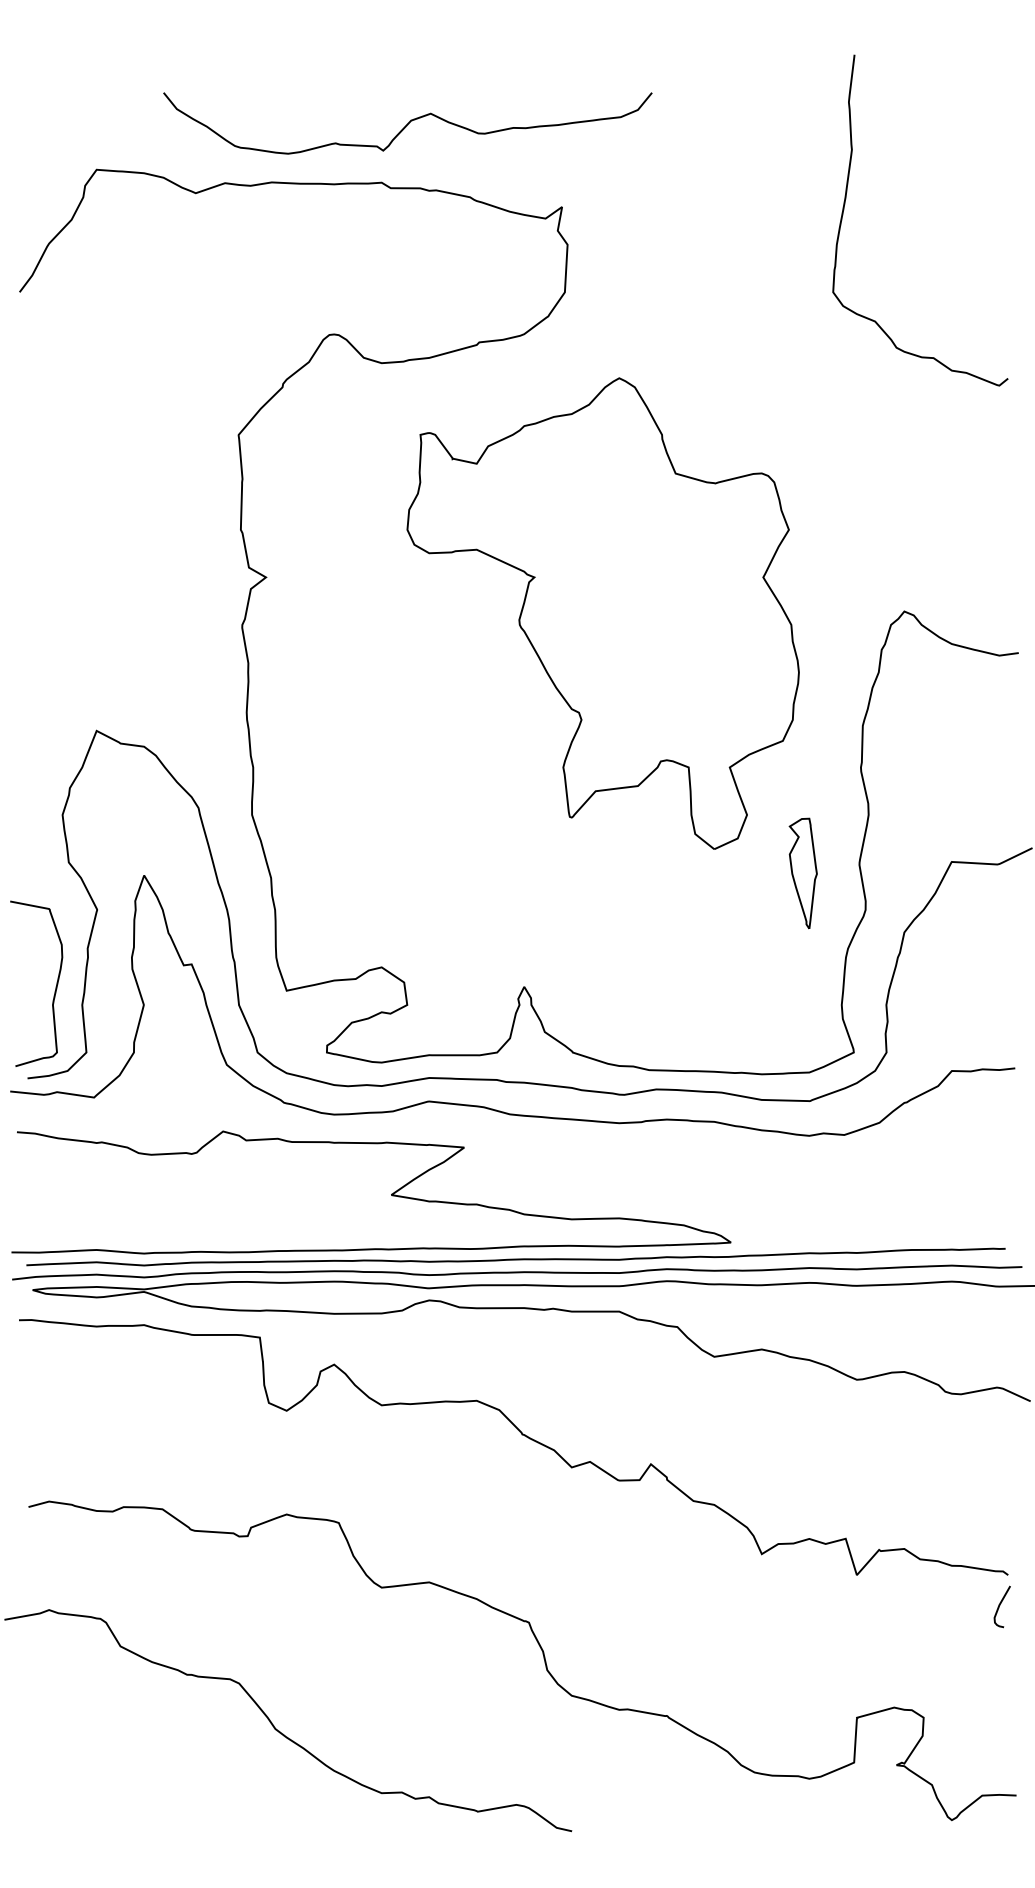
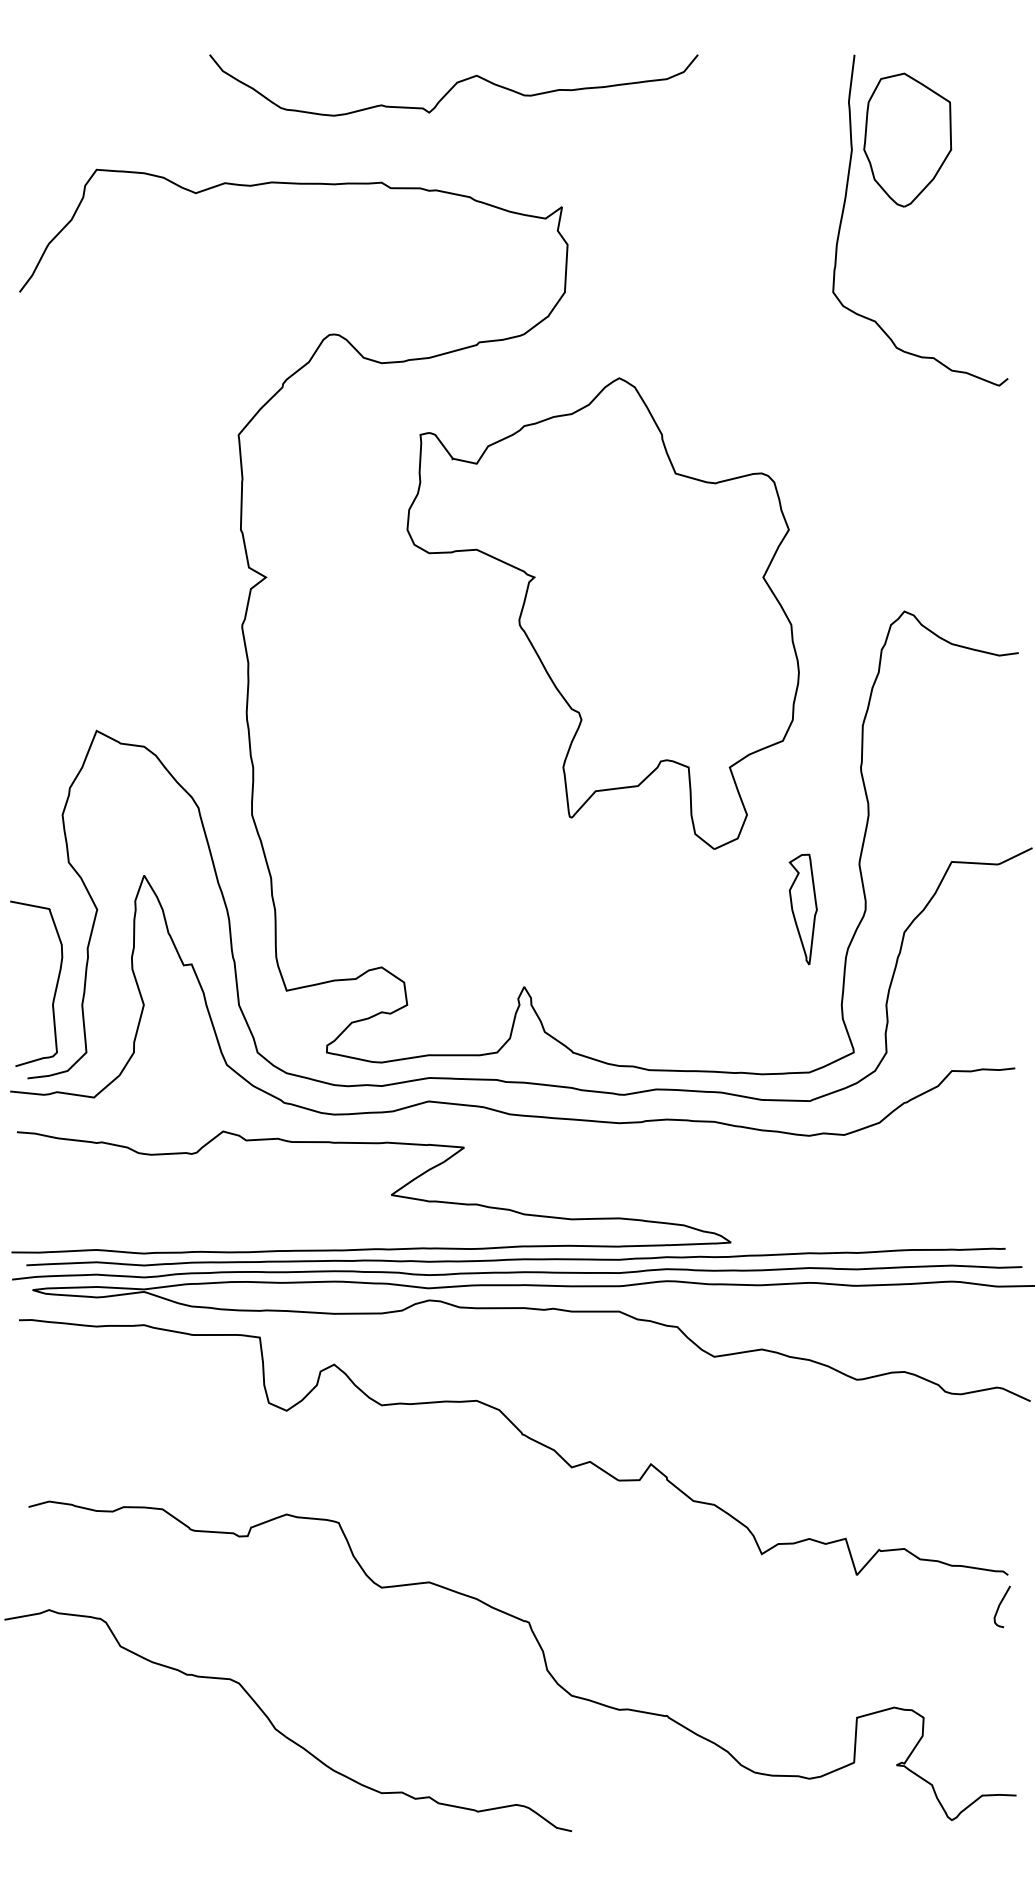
curve at (407, 123) position: (407, 123) -> (453, 85)
part at (907, 139): none -> present
part at (802, 873) position: (802, 873) -> (802, 909)
